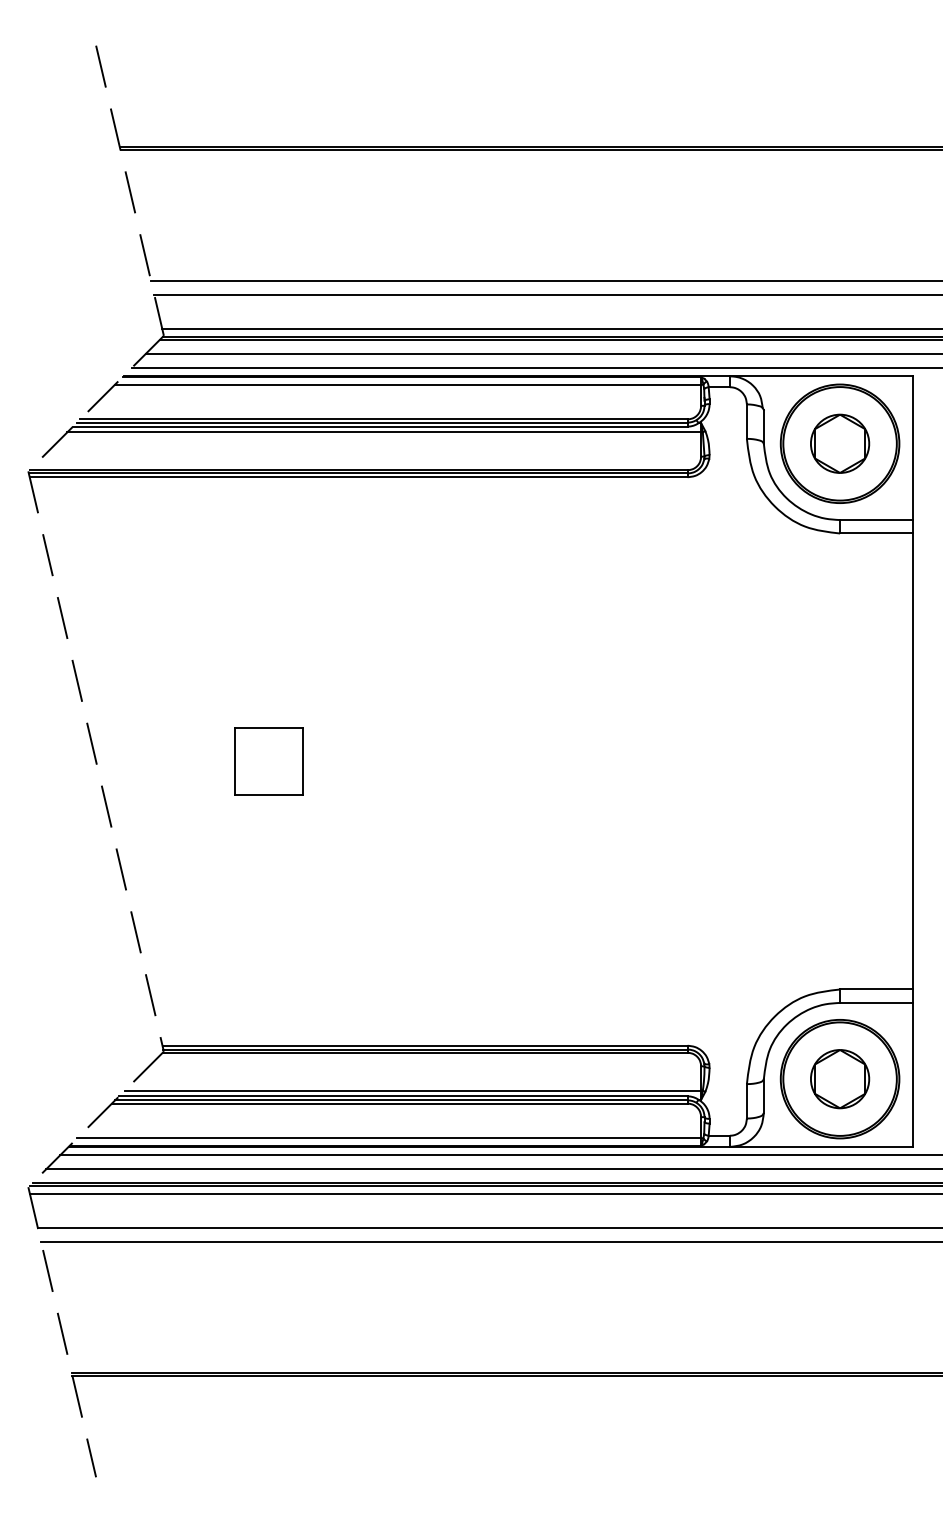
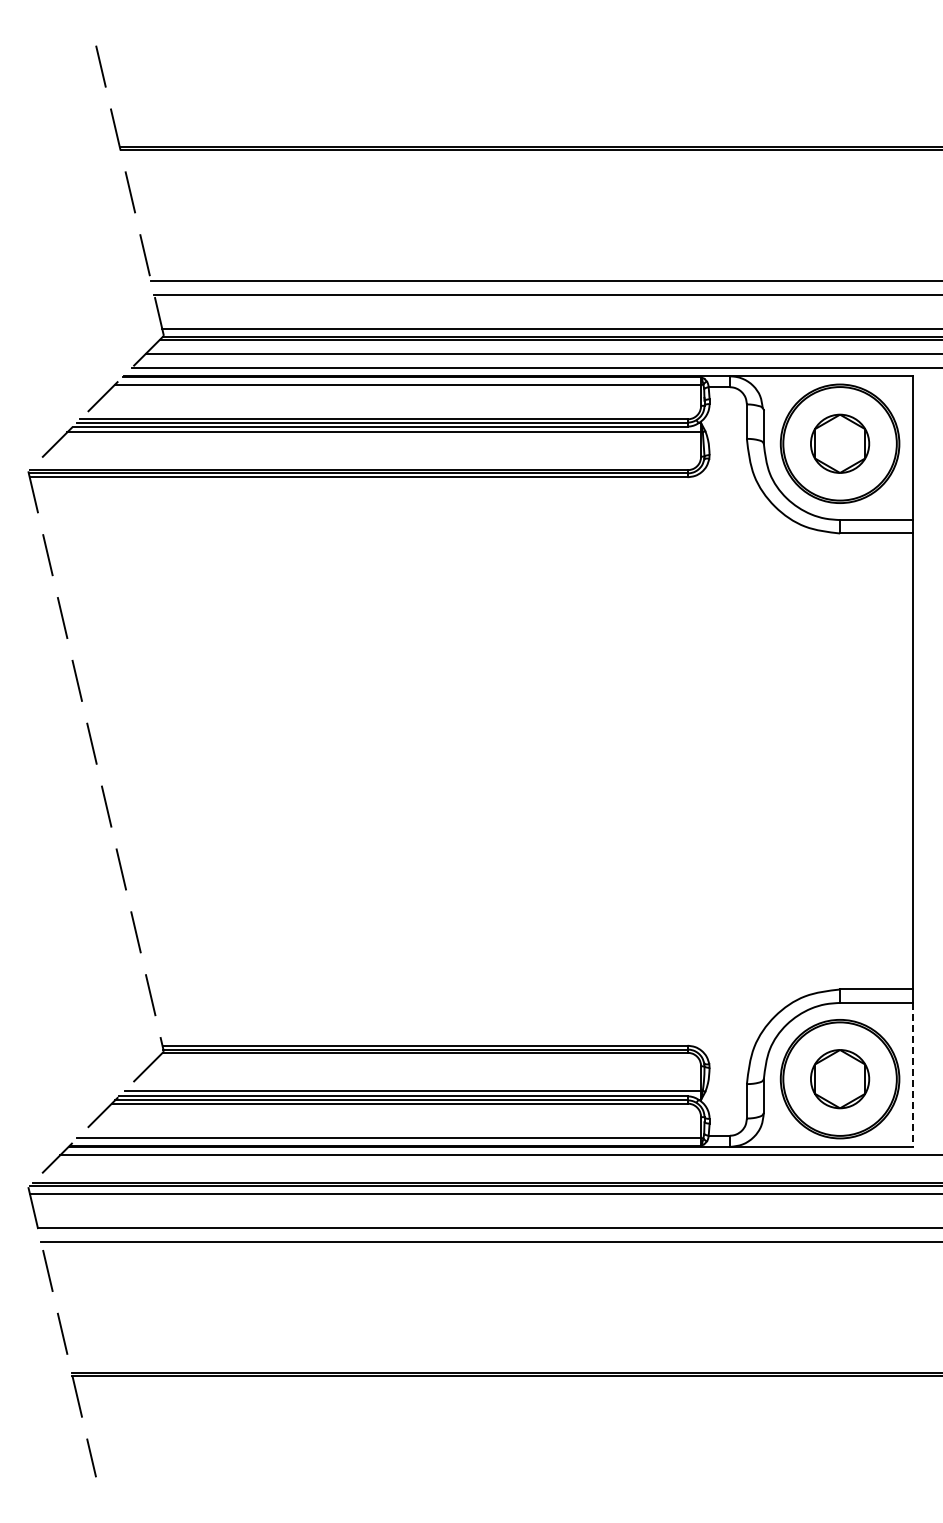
part at (268, 761): present -> none
line at (912, 1075): solid -> dashed
line at (492, 1169): present -> none
